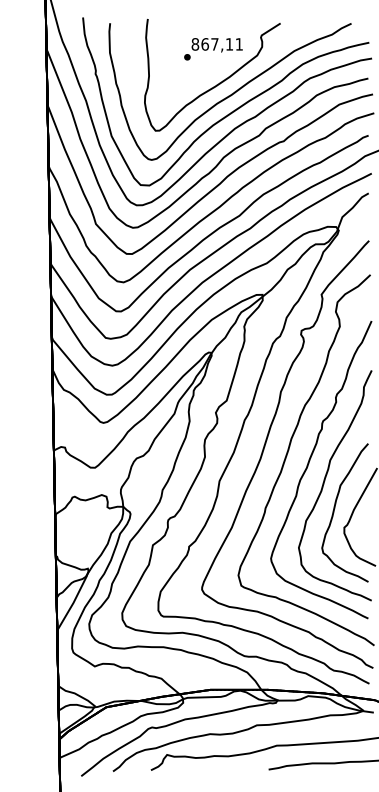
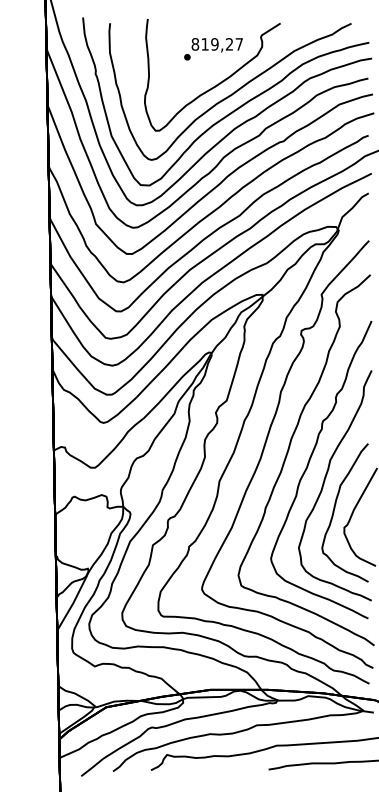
text at (221, 44): 867,11 -> 819,27
